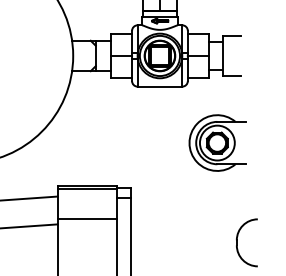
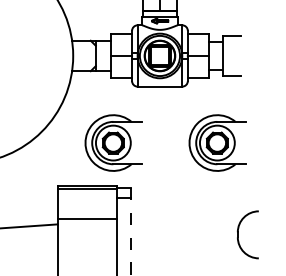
part at (113, 142): none -> present
line at (29, 198): present -> none
line at (130, 231): solid -> dashed
part at (237, 242) position: (237, 242) -> (238, 234)
